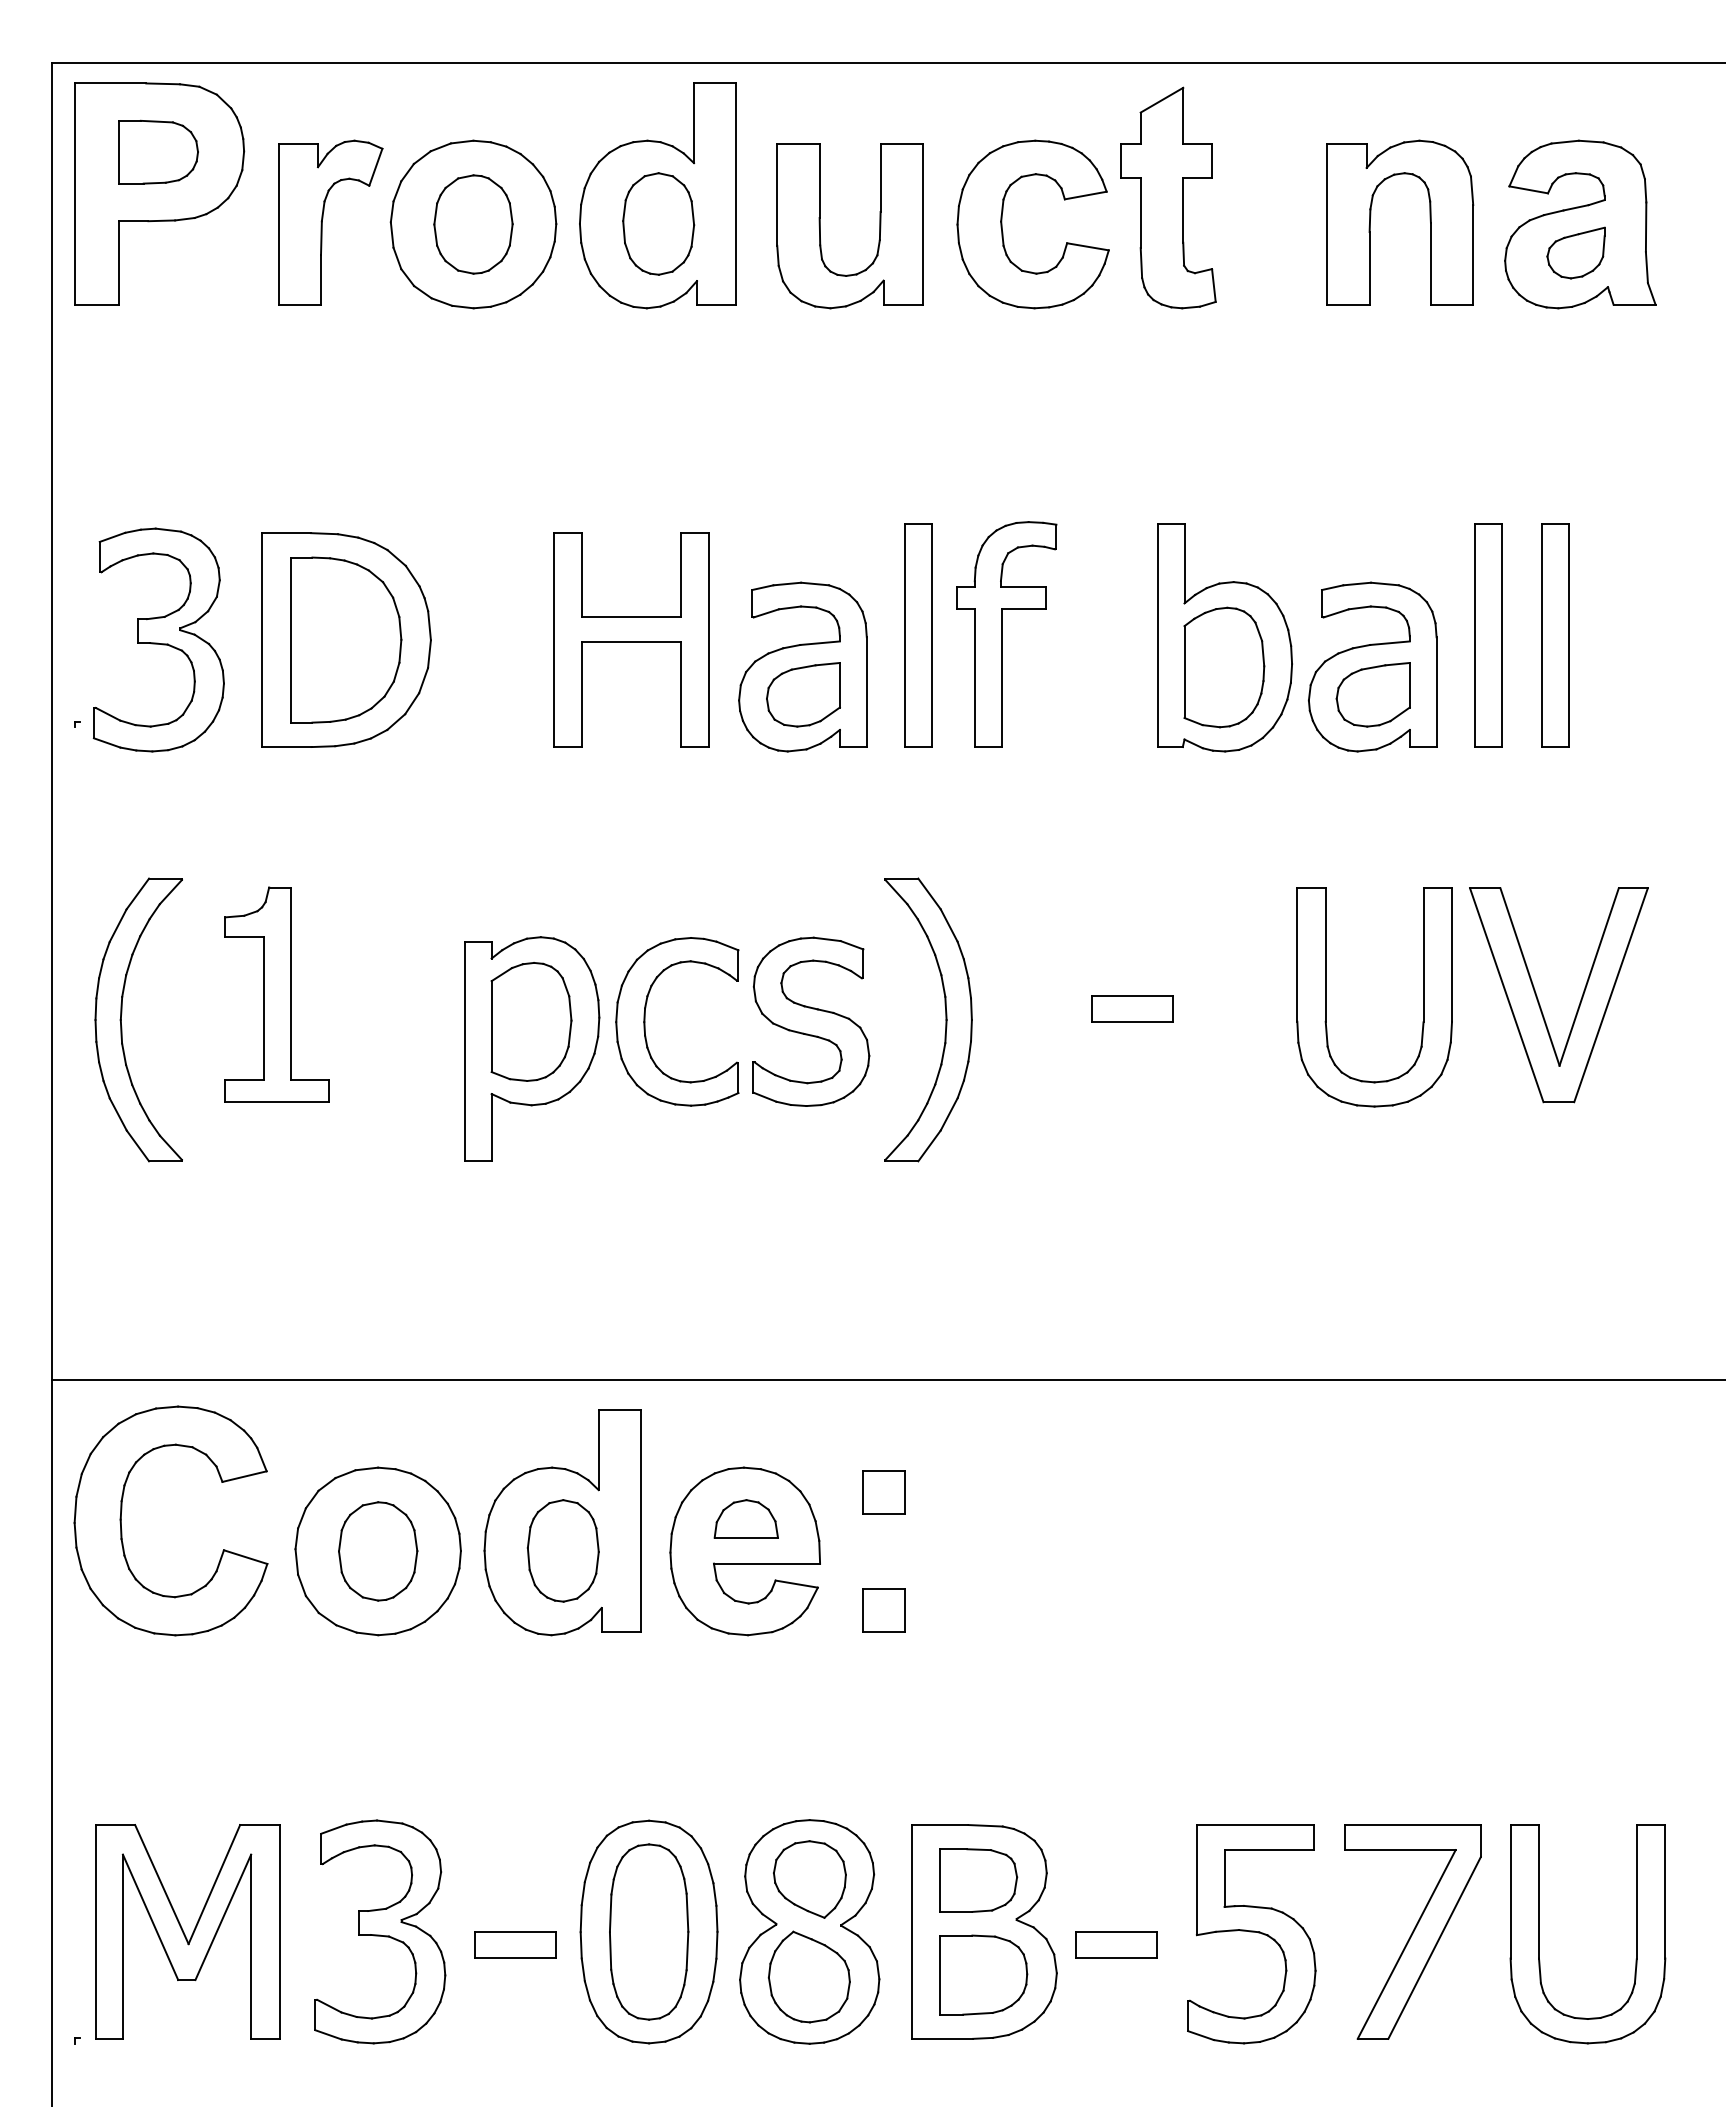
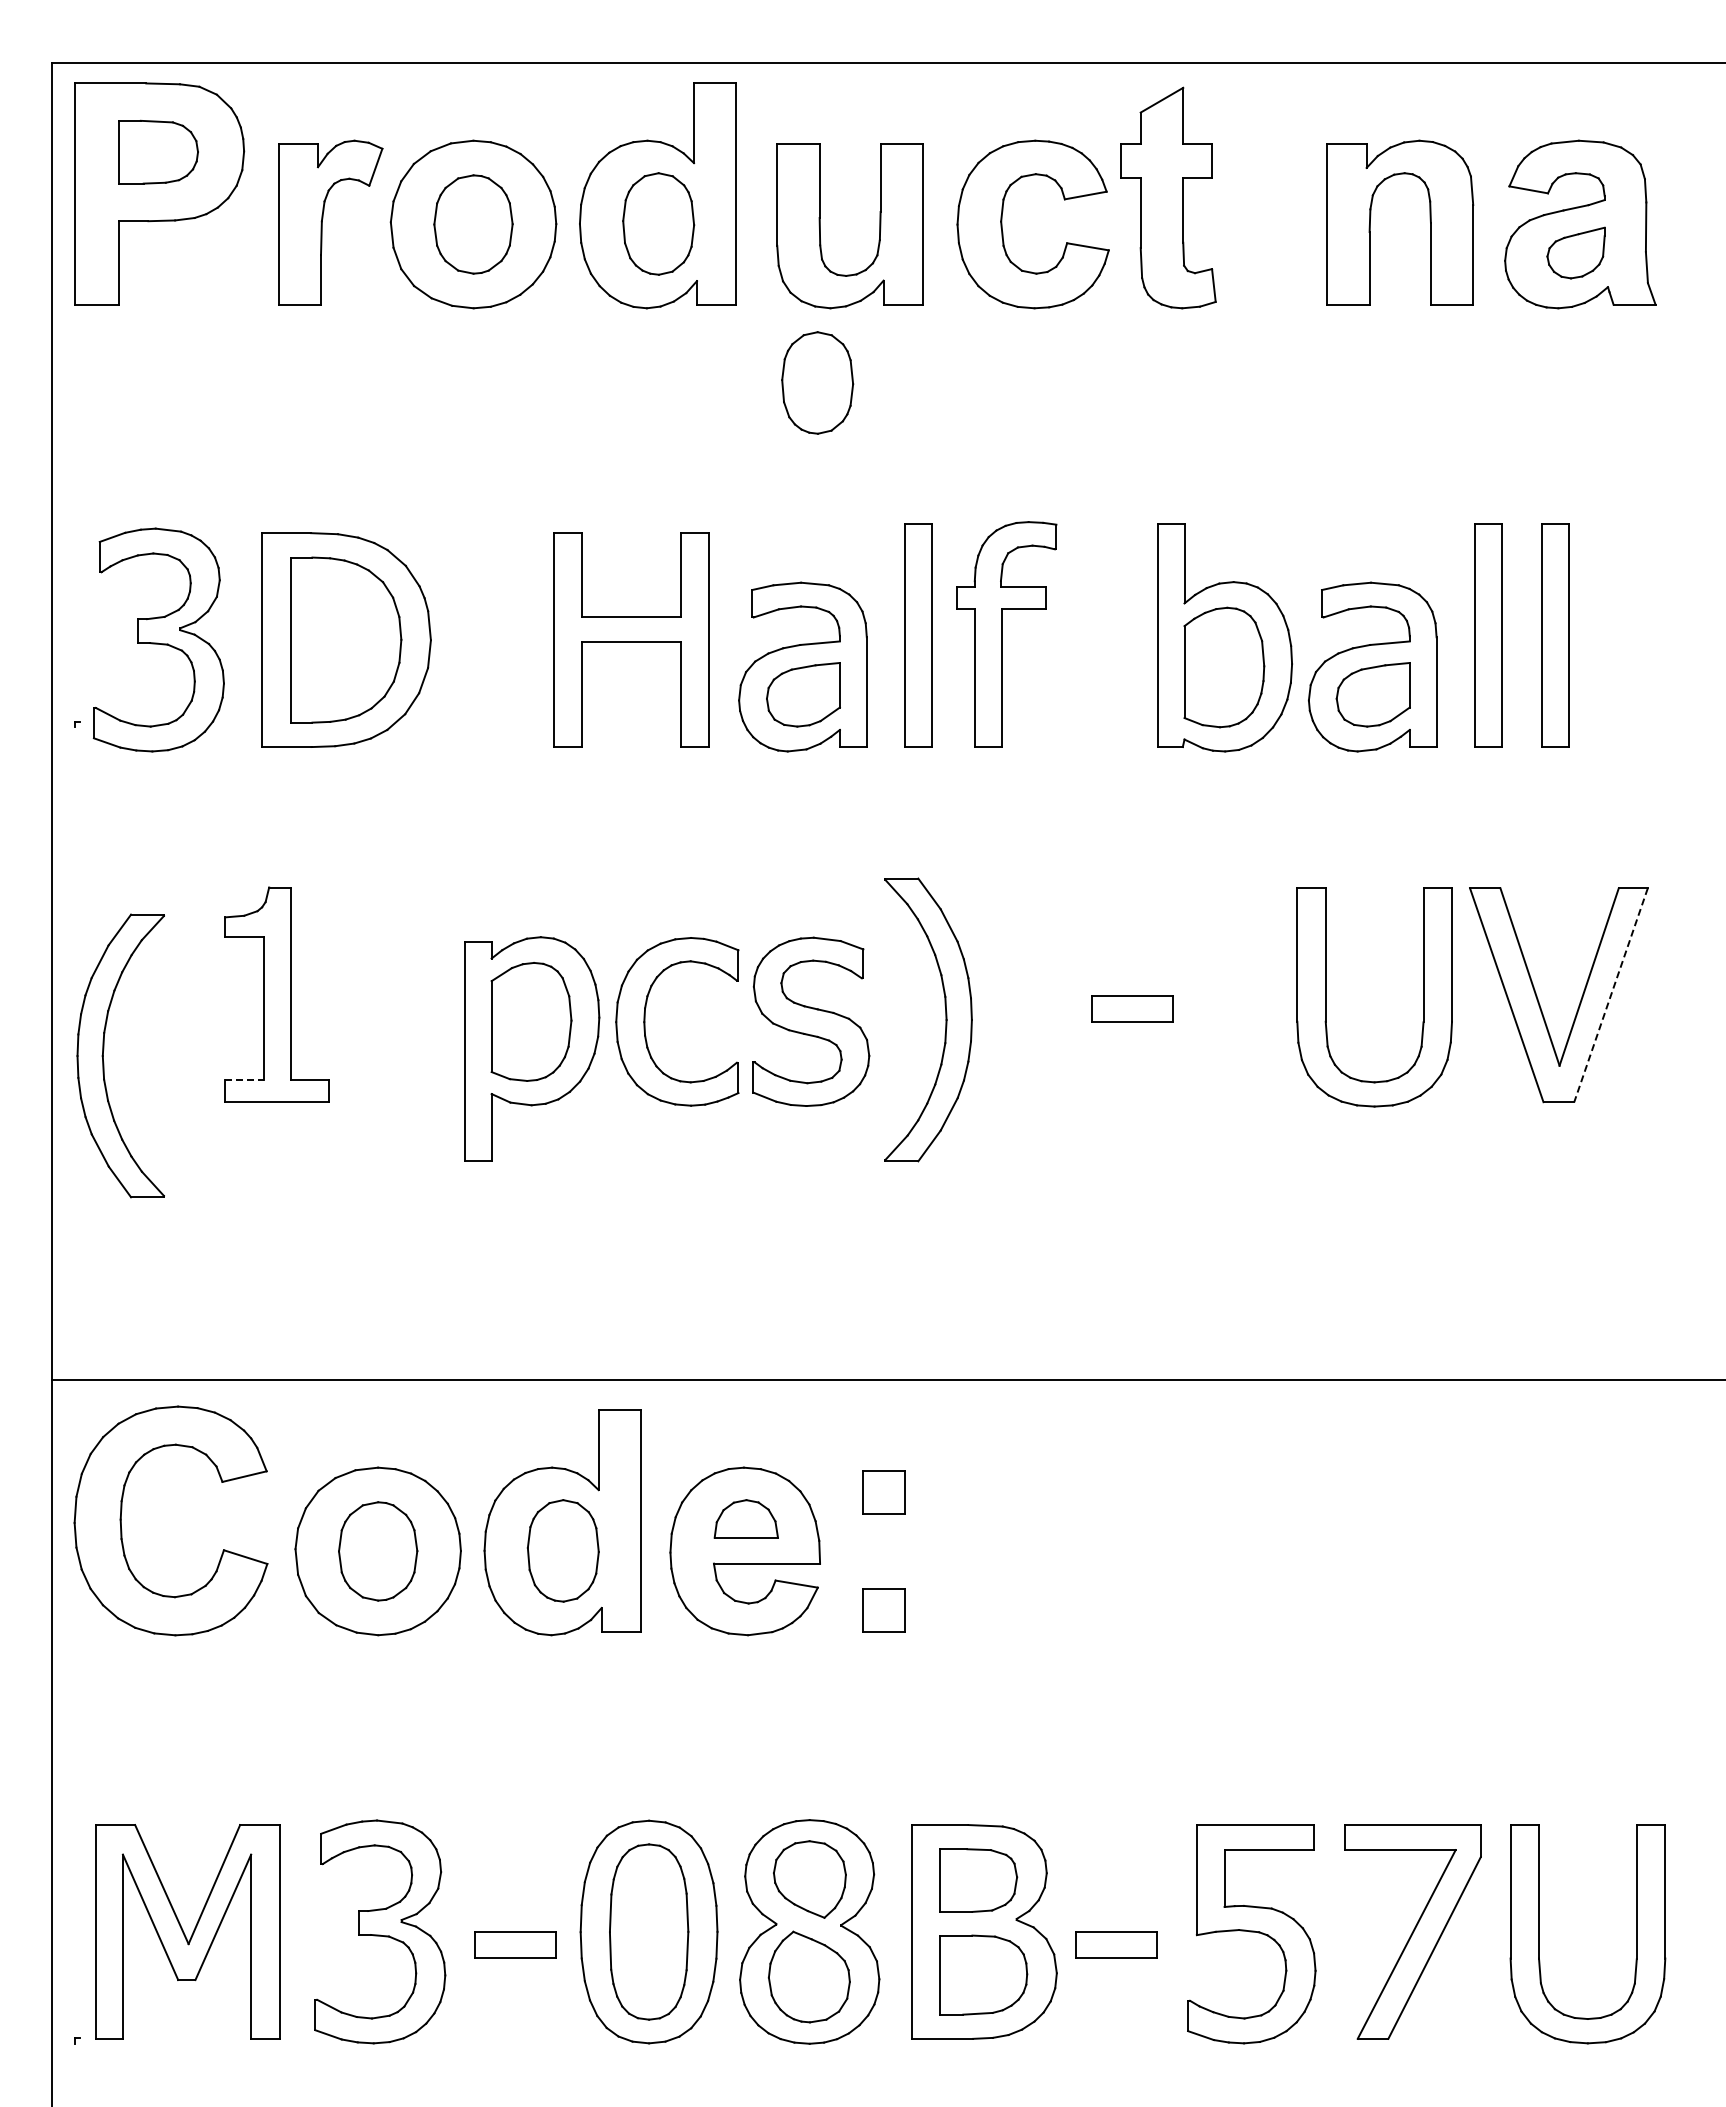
part at (817, 382): none -> present
line at (1610, 995): solid -> dashed
part at (121, 1019) position: (121, 1019) -> (103, 1055)
line at (245, 1080): solid -> dashed
